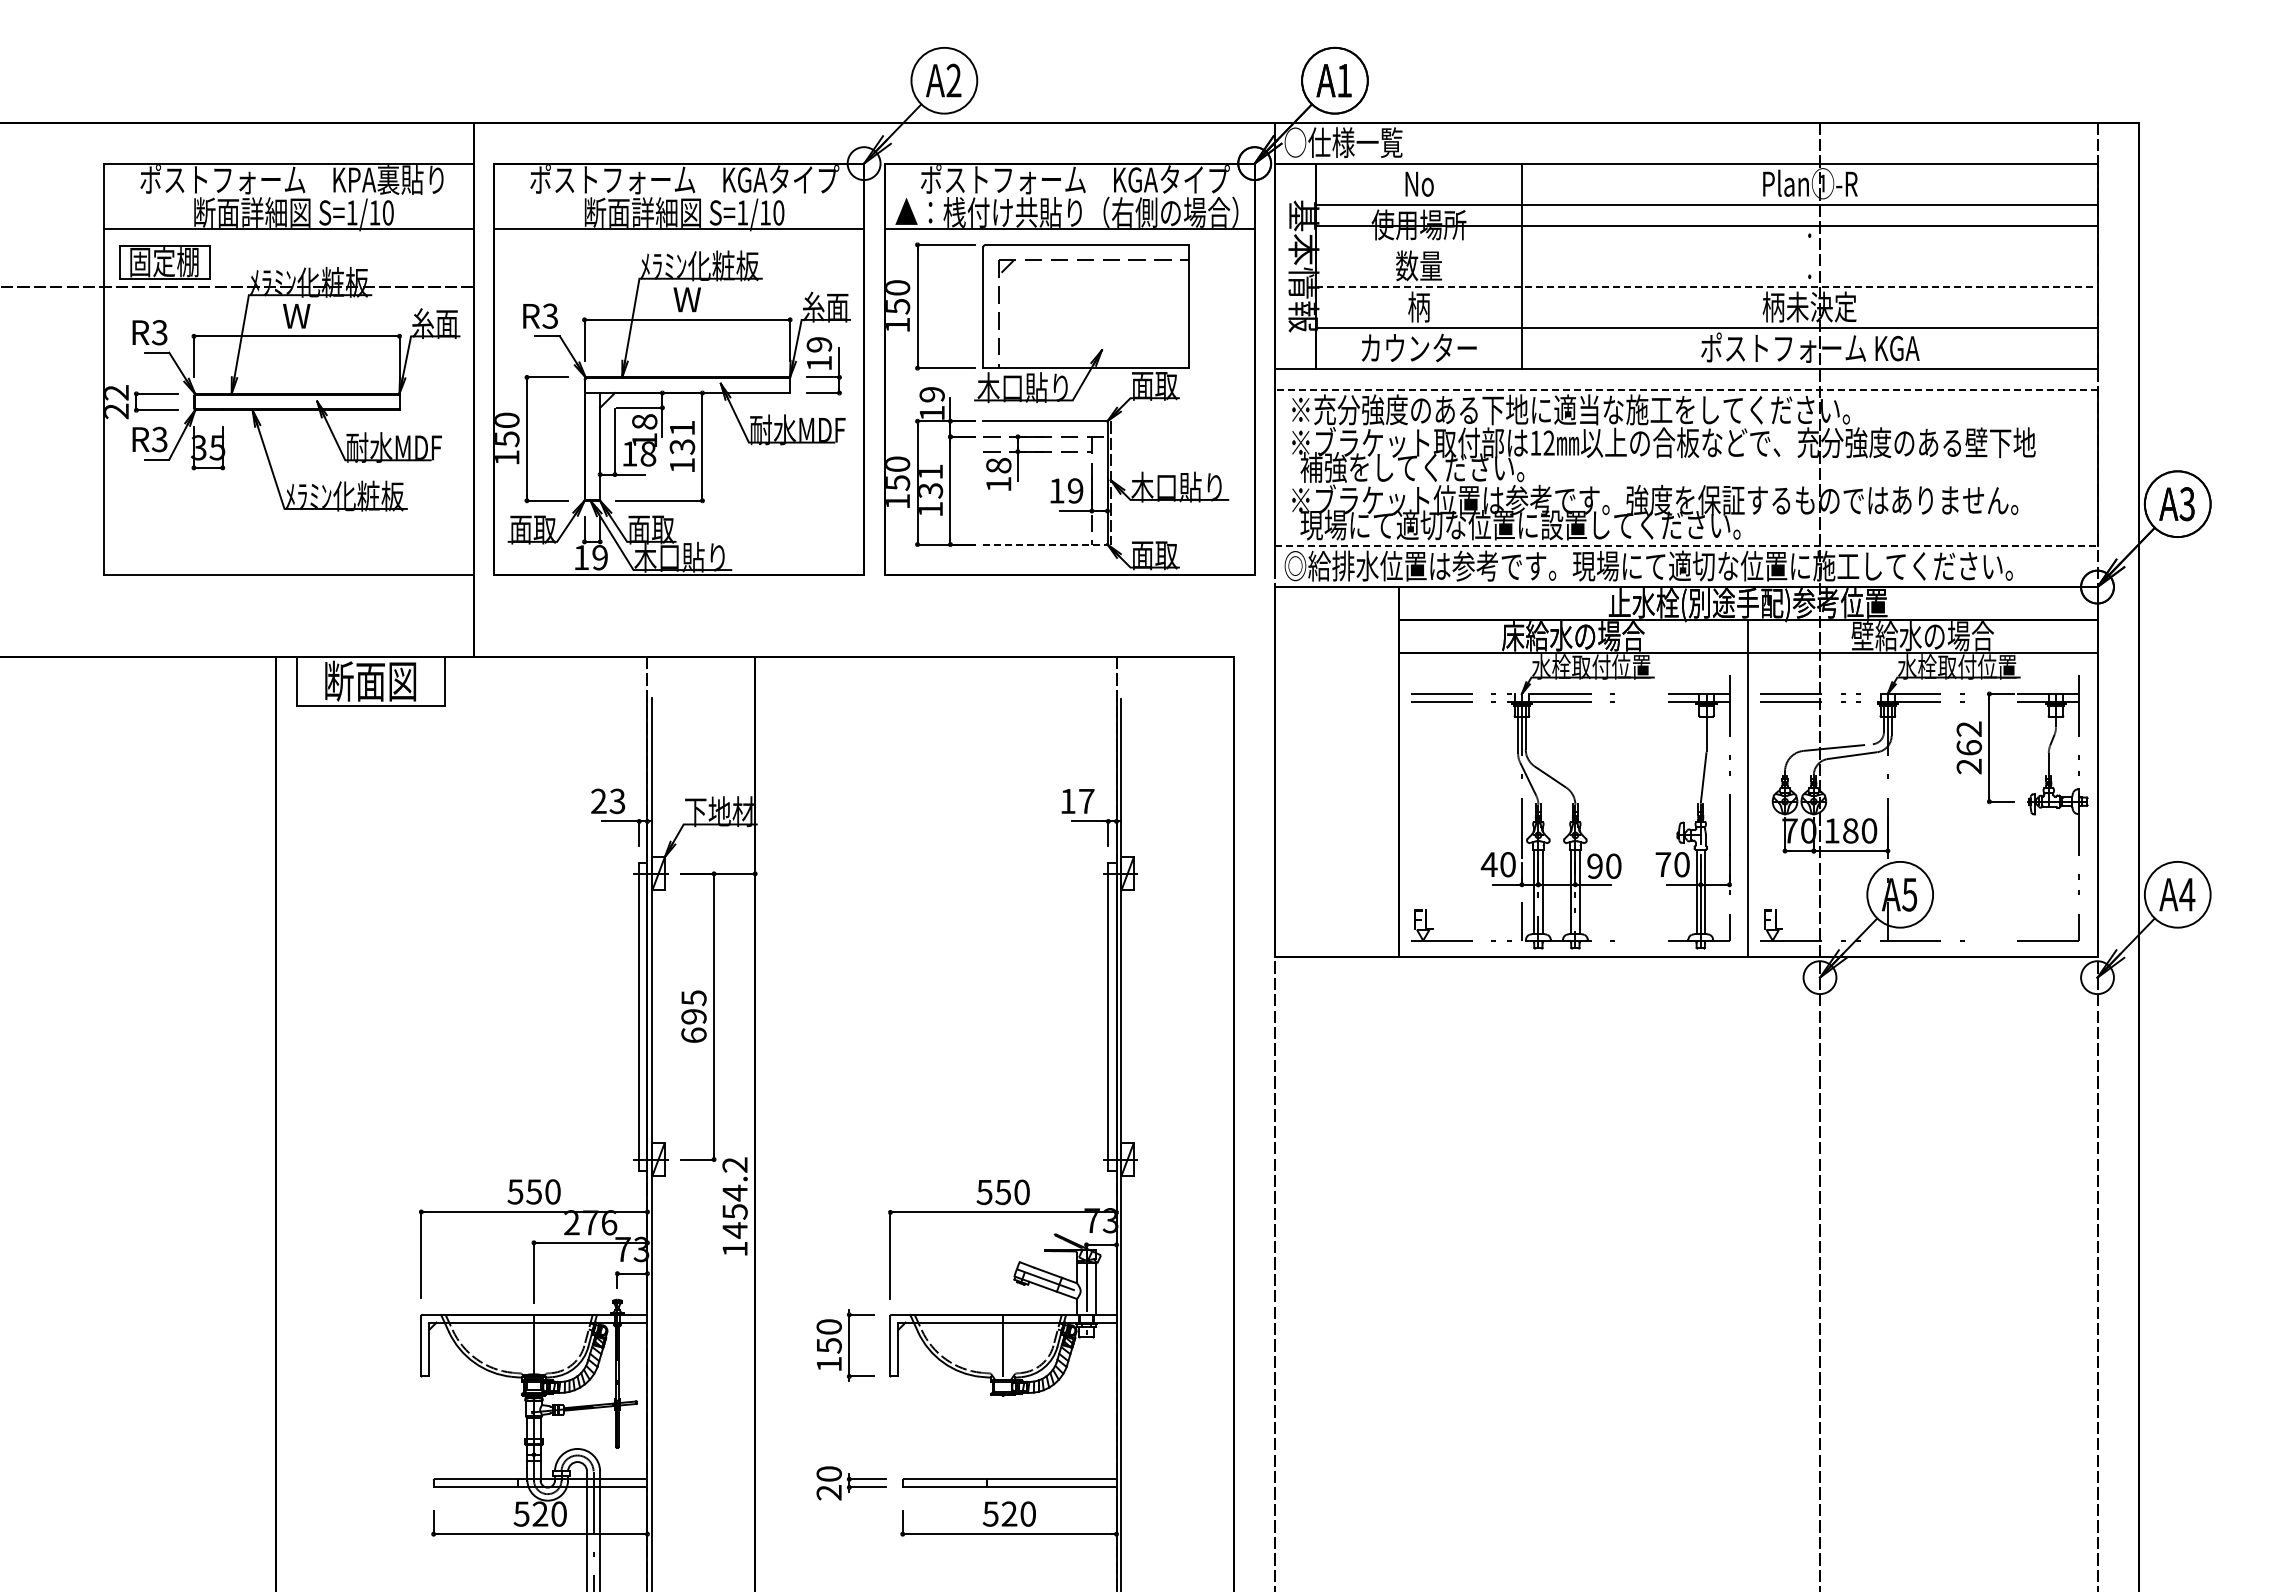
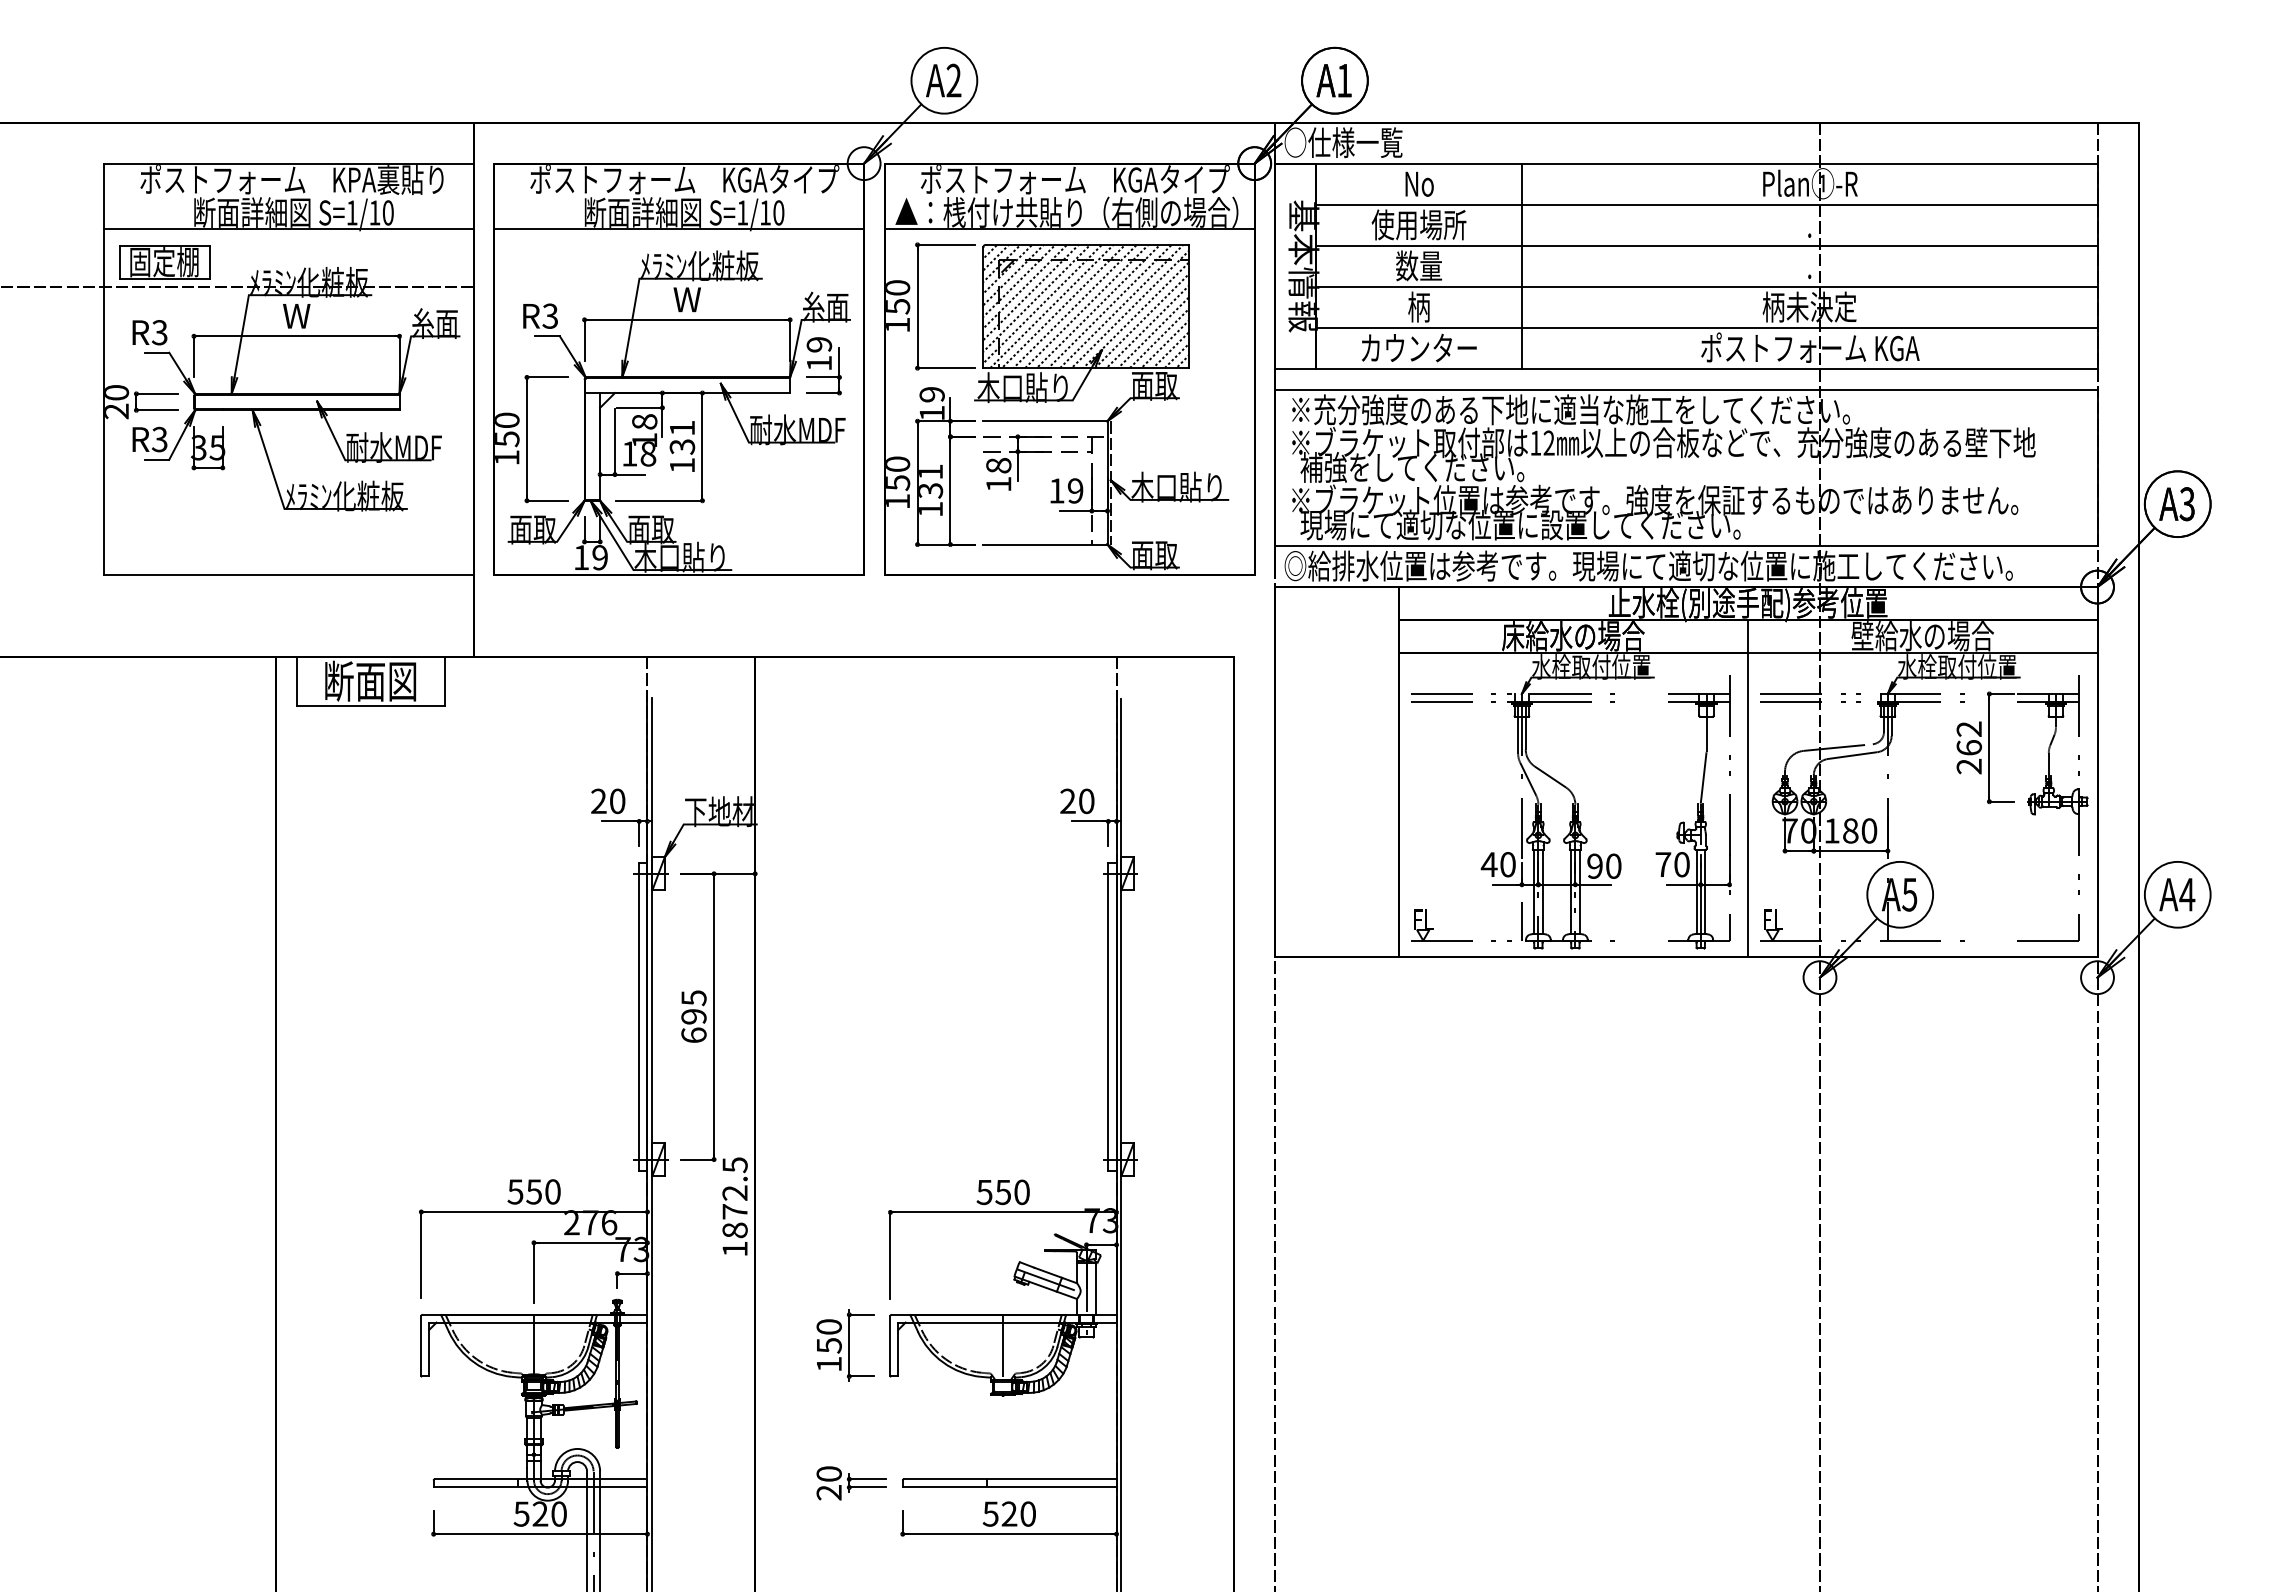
line at (1706, 225) position: (1706, 225) -> (1706, 245)
line at (1706, 286): dashed -> solid
hatch at (1085, 306): none -> present
line at (1685, 389): dashed -> solid
text at (117, 392): 22 -> 20
line at (1045, 544): dashed -> solid
line at (1686, 545): dashed -> solid
text at (617, 800): 23 -> 20
text at (1077, 801): 17 -> 20
text at (734, 1197): 1454.2 -> 1872.5
